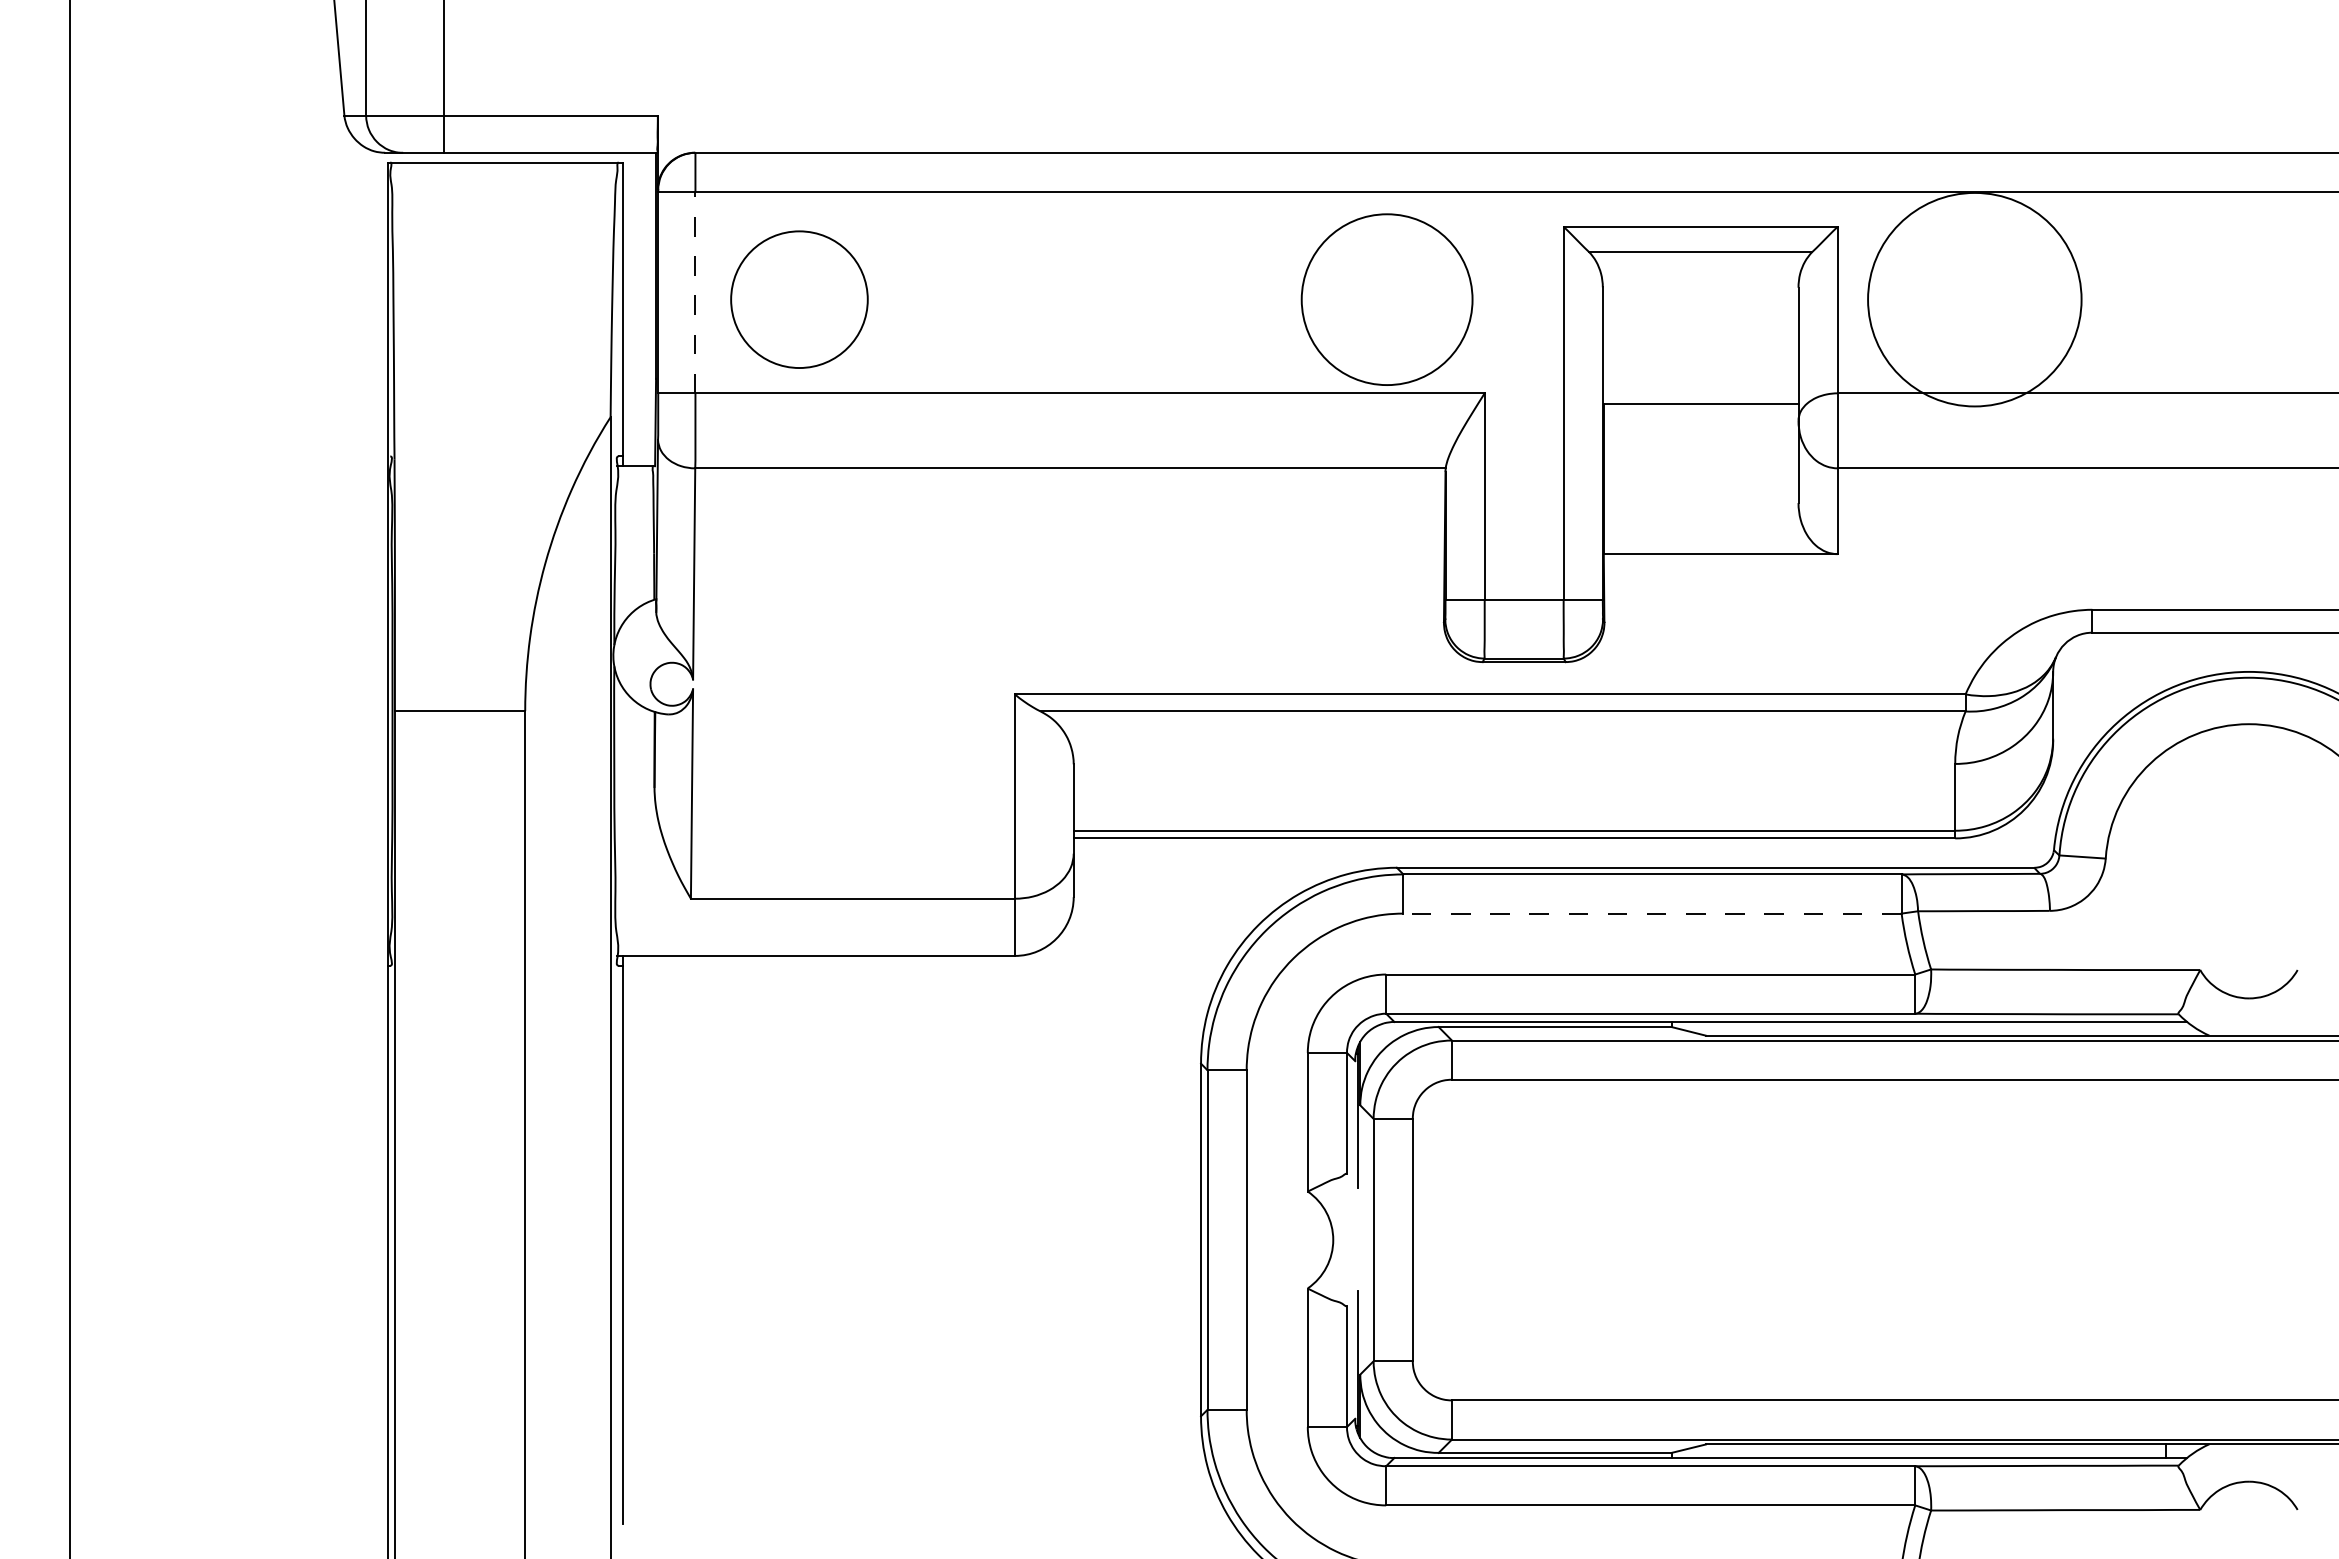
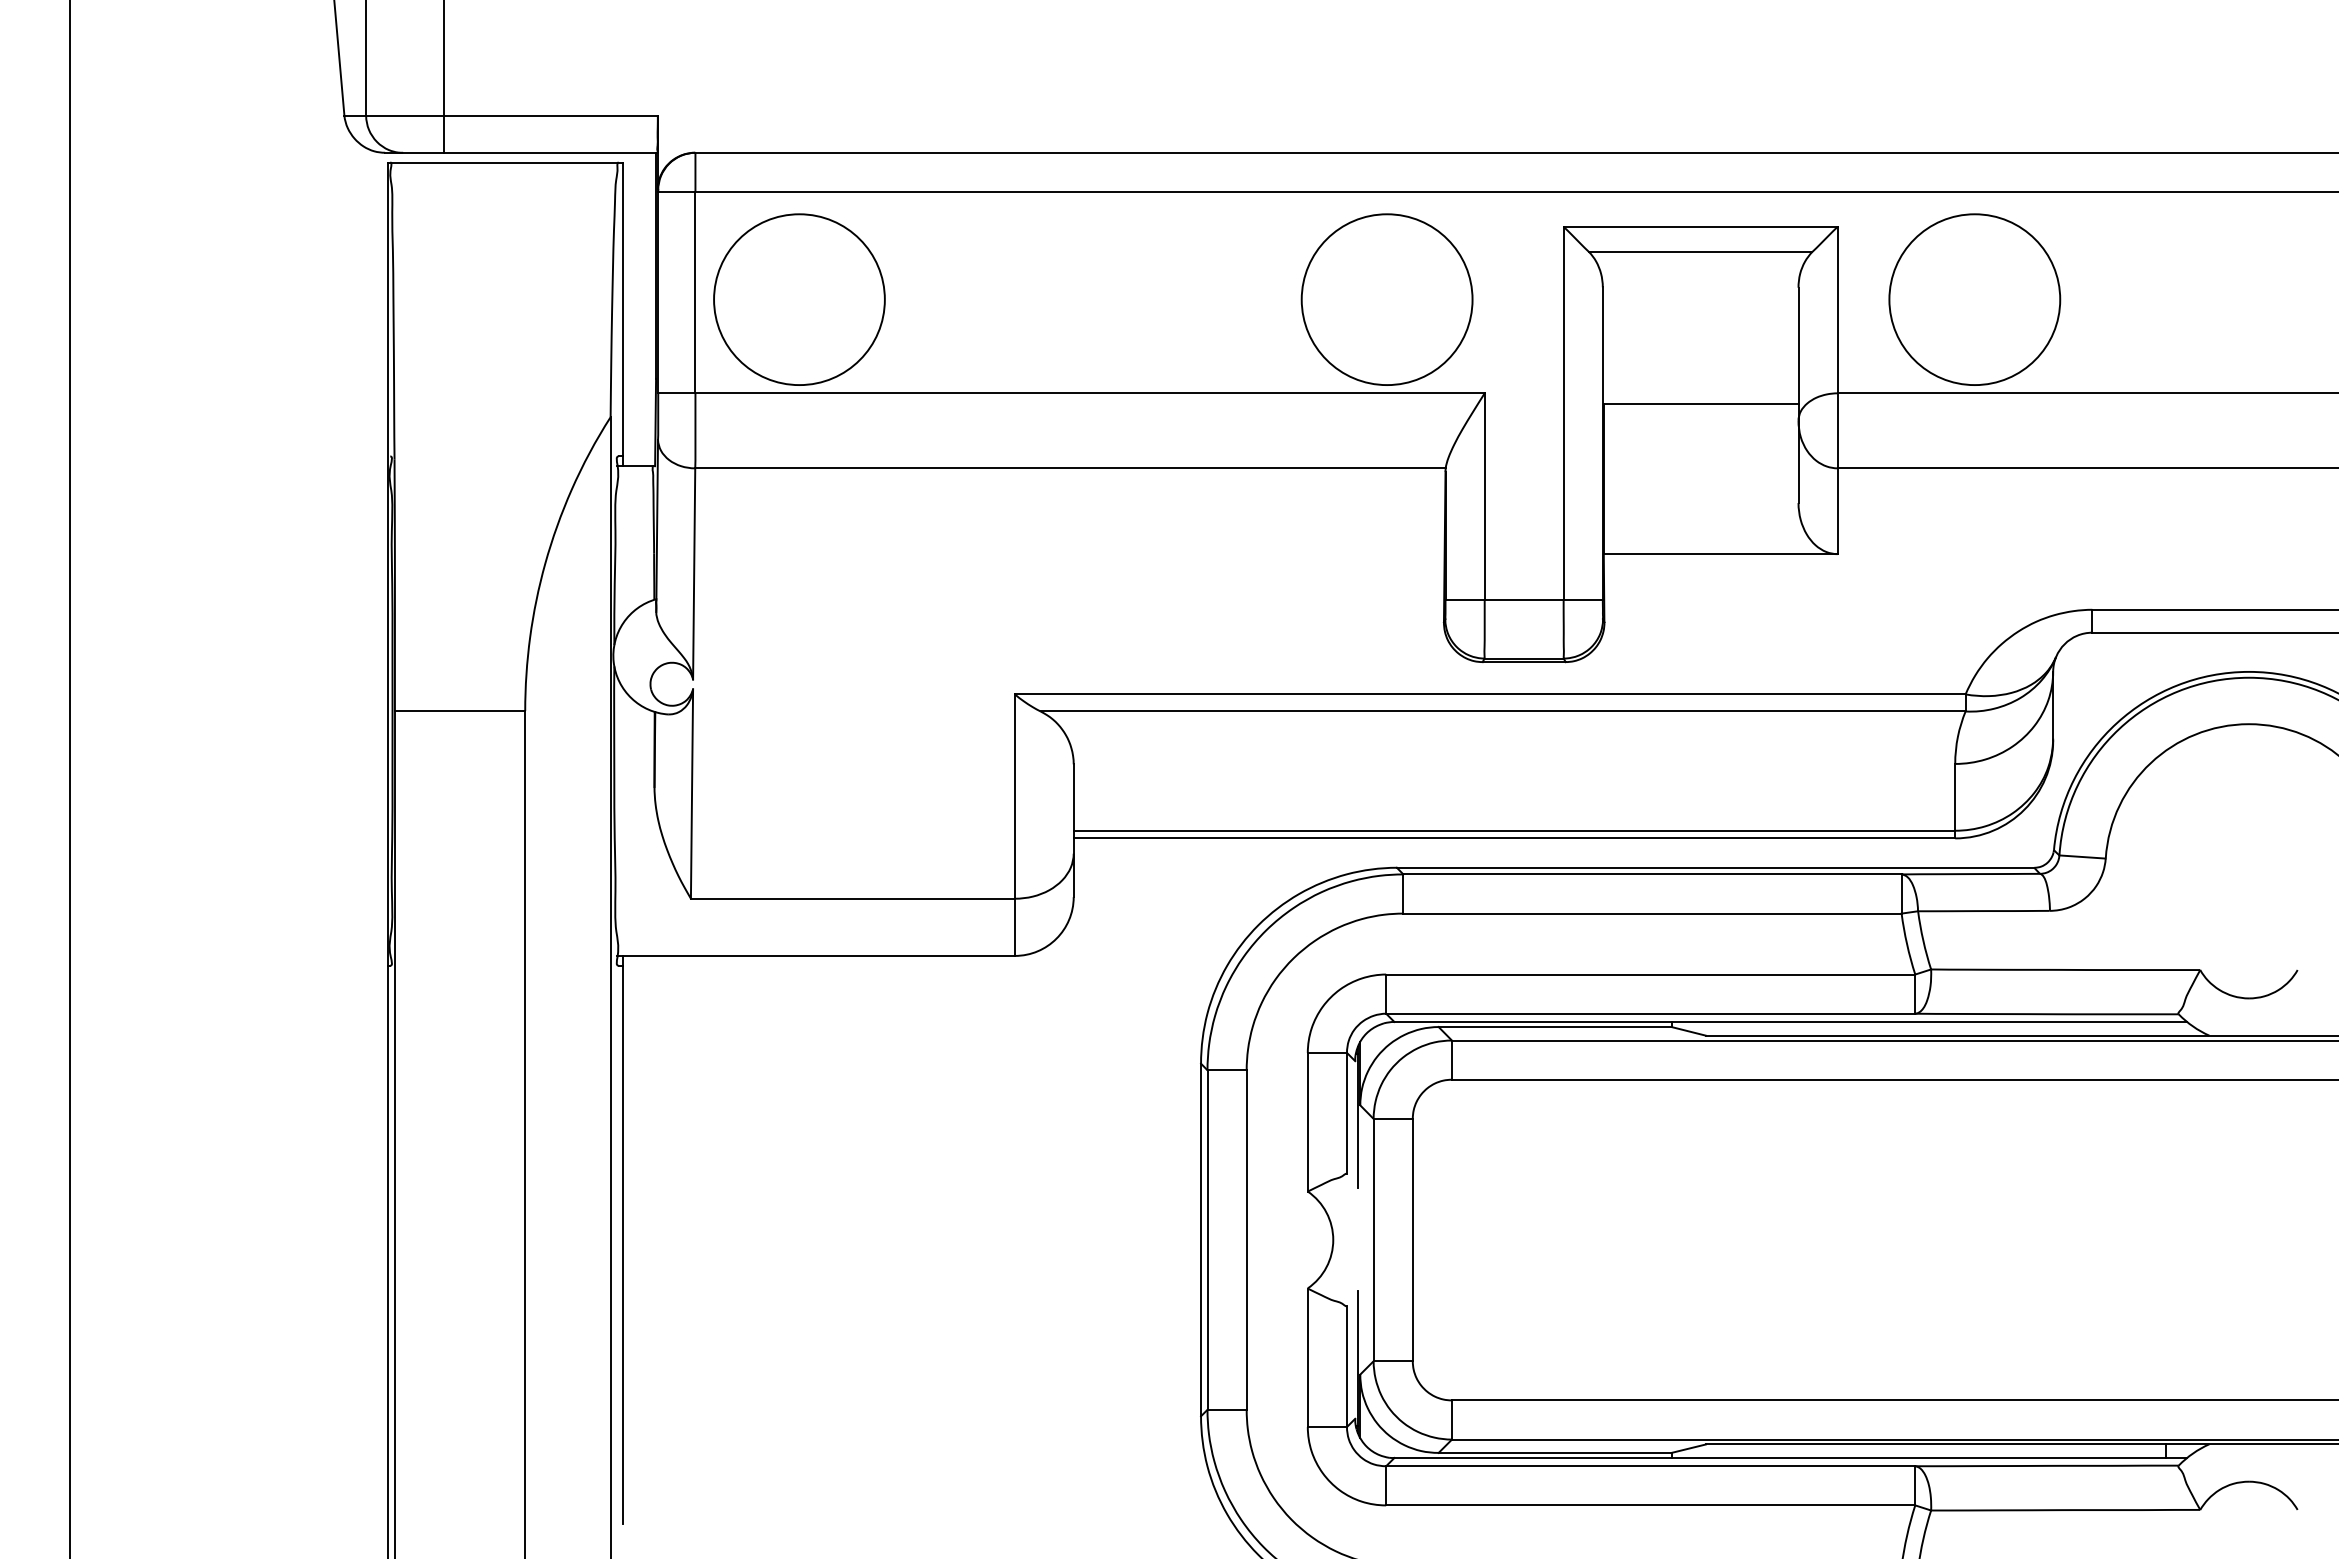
line at (695, 292): dashed -> solid
circle at (799, 299) diameter: 137 px -> 171 px
circle at (1974, 299) diameter: 214 px -> 171 px
line at (1651, 913): dashed -> solid
